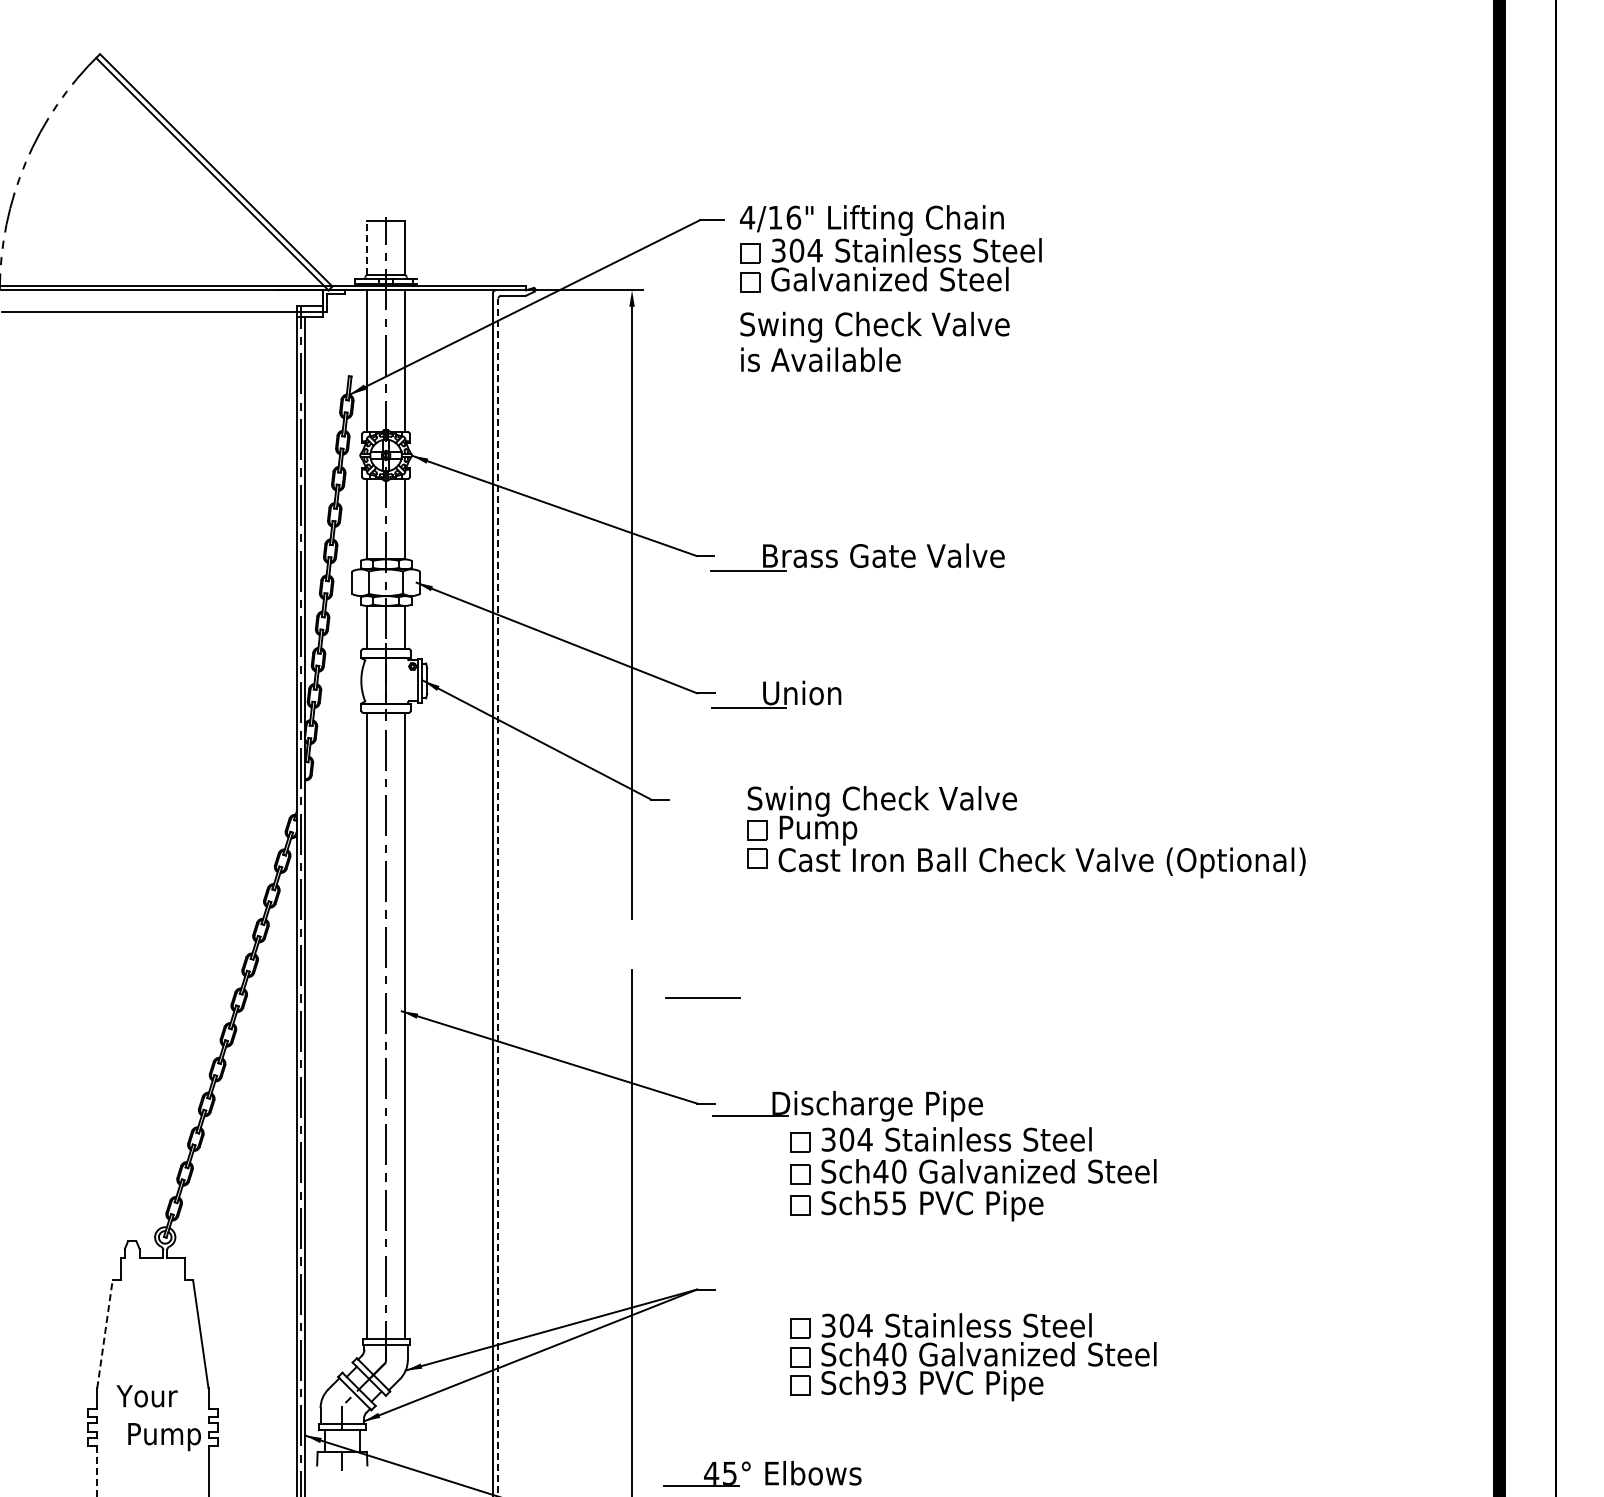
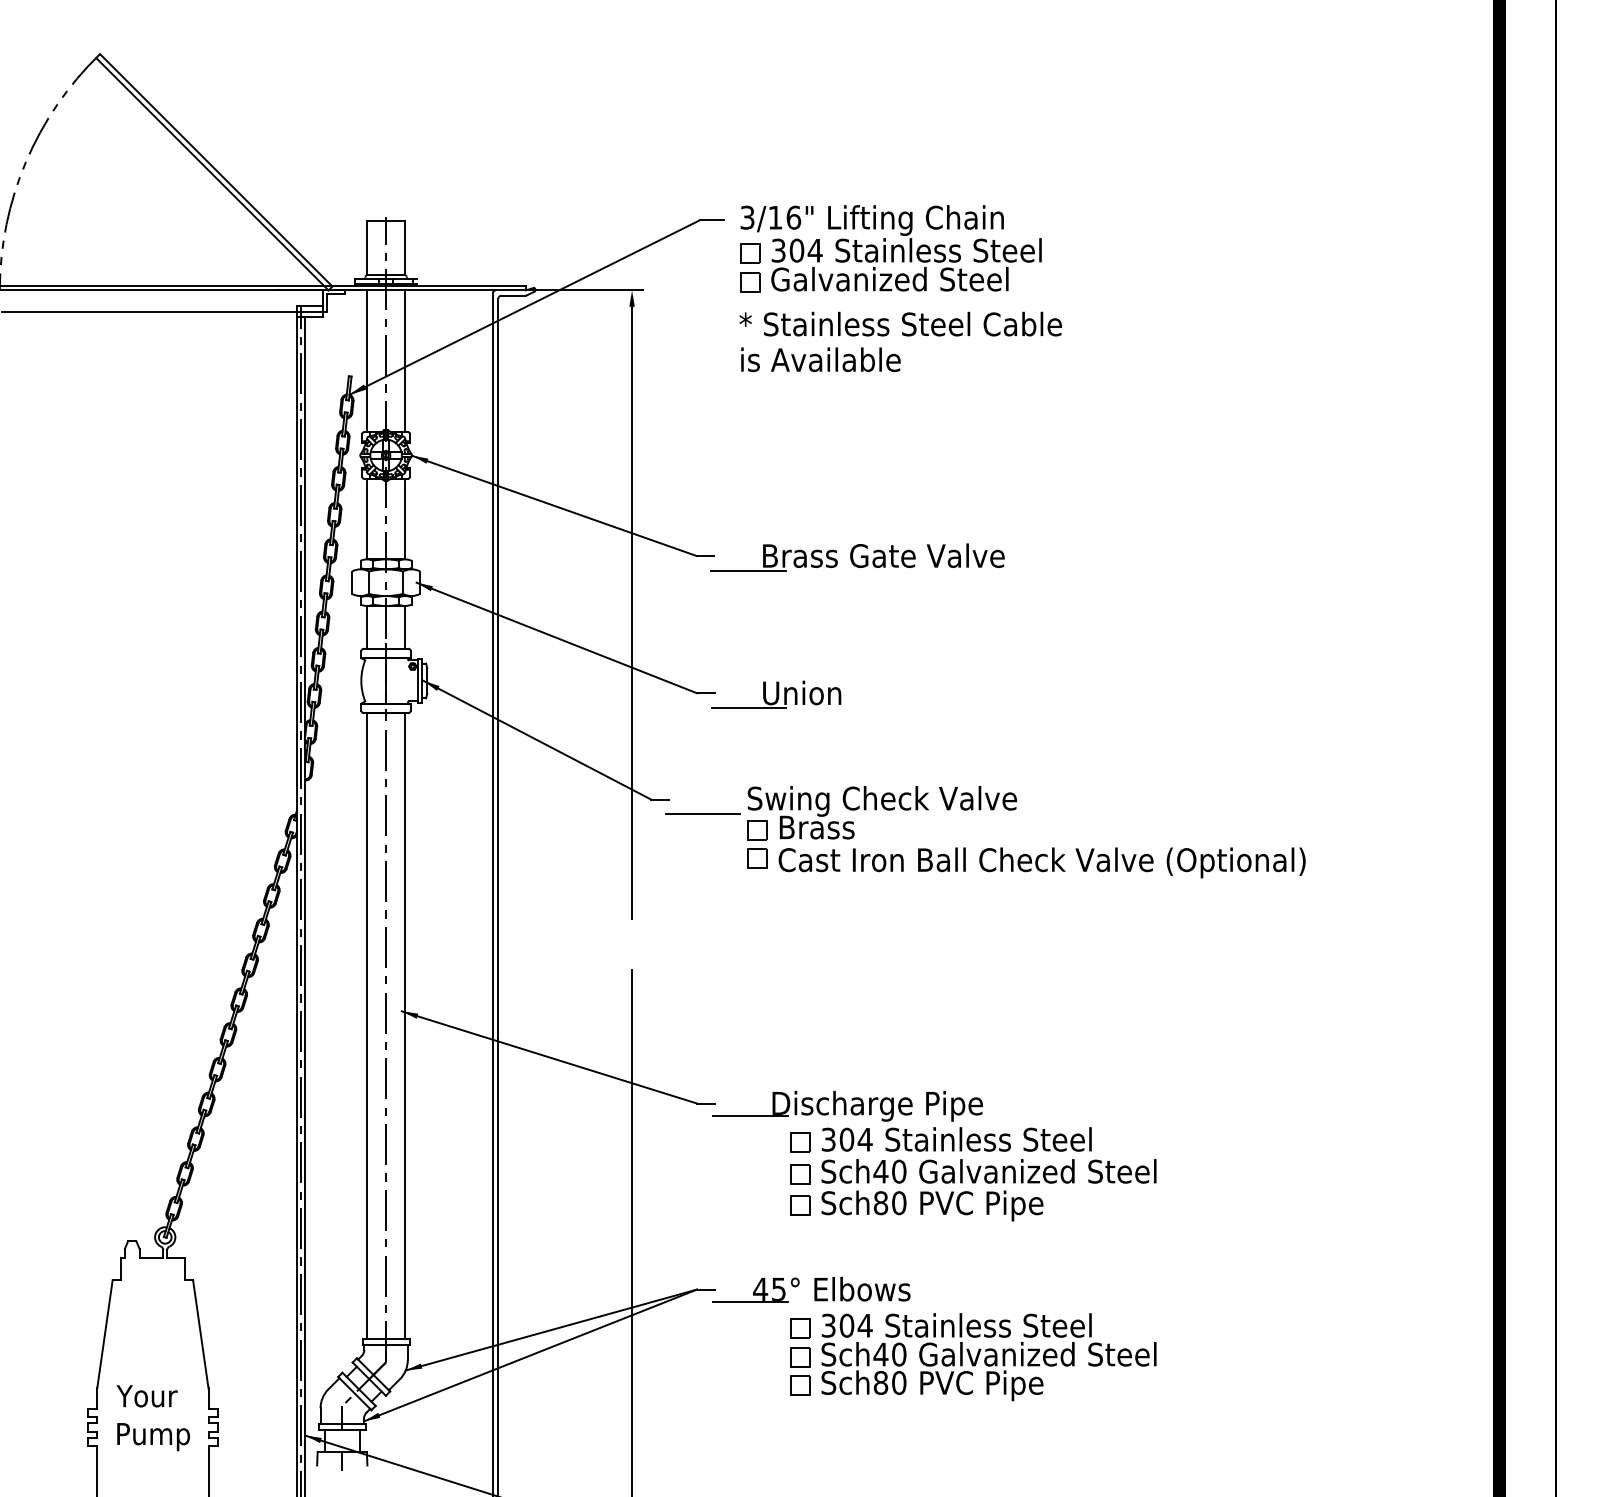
text at (747, 217): 4/16" -> 3/16"
line at (366, 247): dashed -> solid
text at (900, 326): Swing Check Valve -> * Stainless Steel Cable
text at (819, 830): Pump -> Brass
line at (498, 897): dashed -> solid
line at (702, 997) position: (702, 997) -> (702, 813)
text at (889, 1203): Sch55 -> Sch80
line at (104, 1334): dashed -> solid
text at (889, 1382): Sch93 -> Sch80
text at (164, 1437) position: (164, 1437) -> (153, 1437)
line at (97, 1472): dashed -> solid
part at (762, 1473) position: (762, 1473) -> (811, 1289)
